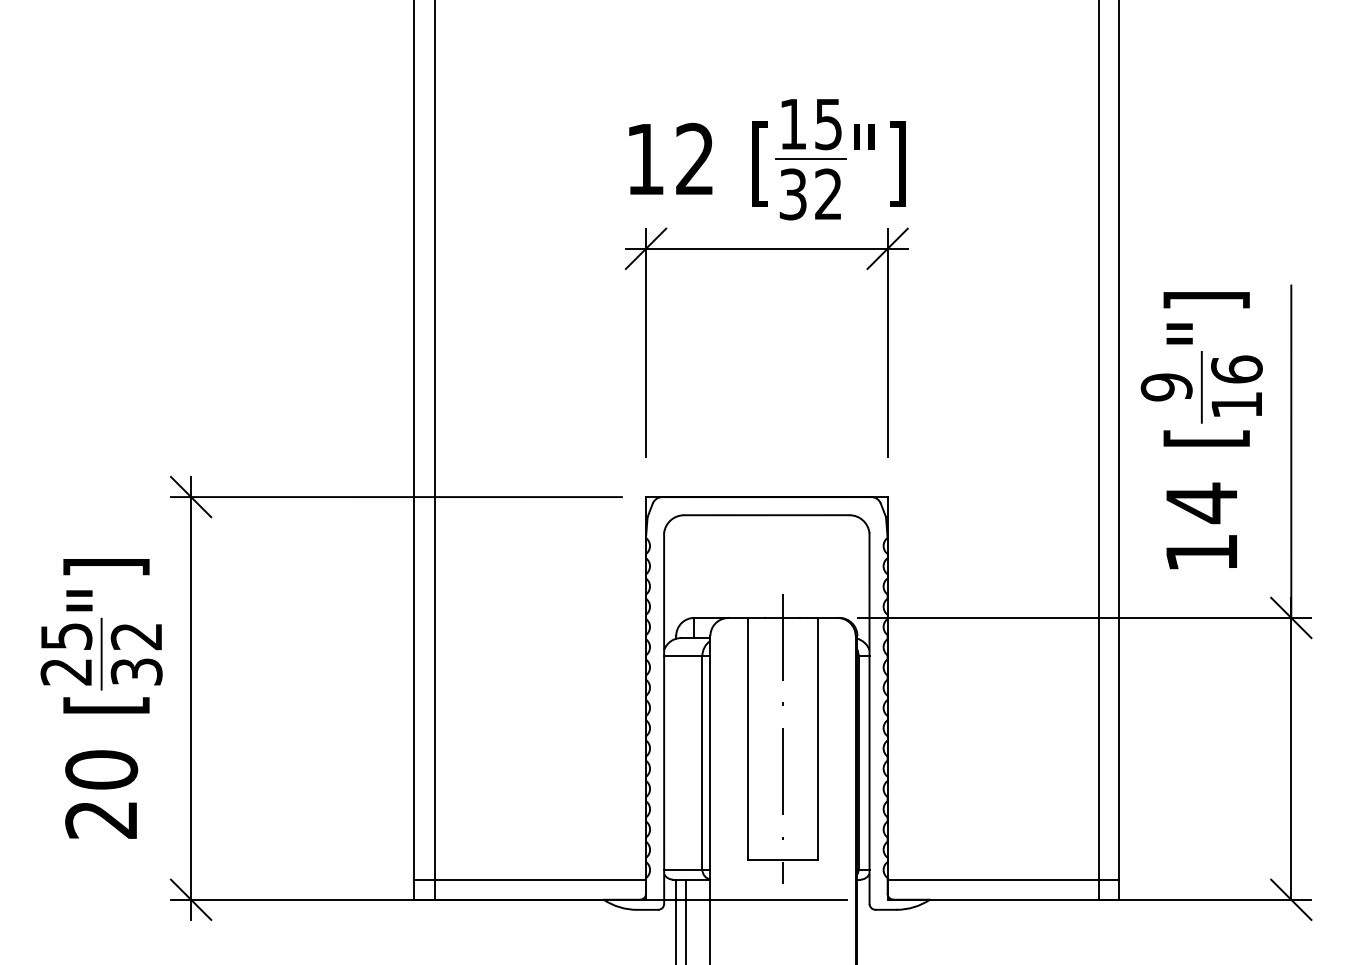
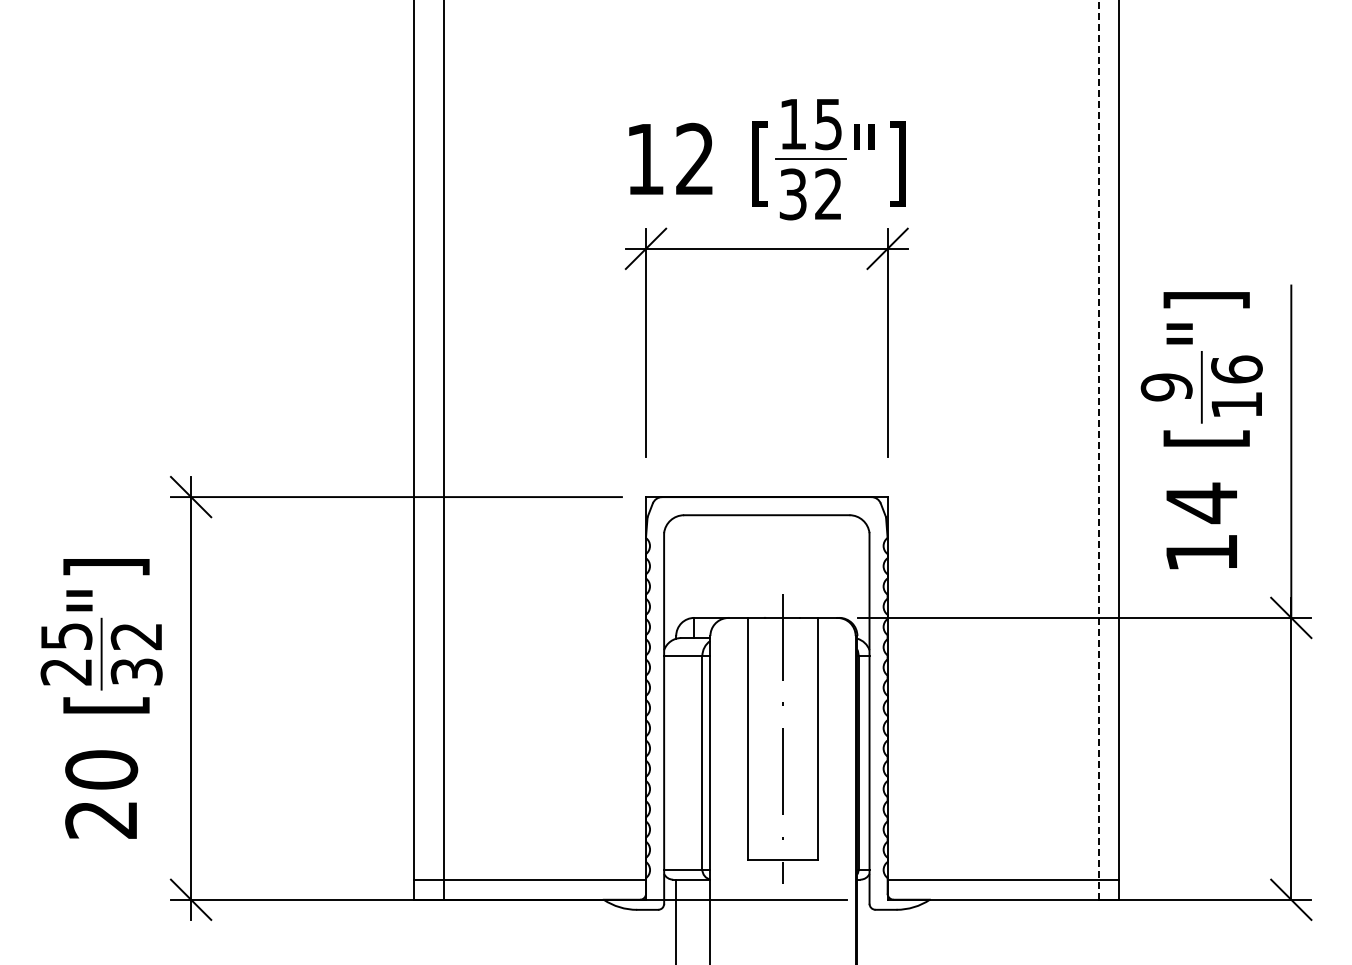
line at (1099, 449): solid -> dashed
line at (434, 450) position: (434, 450) -> (443, 450)
line at (686, 920): present -> none
